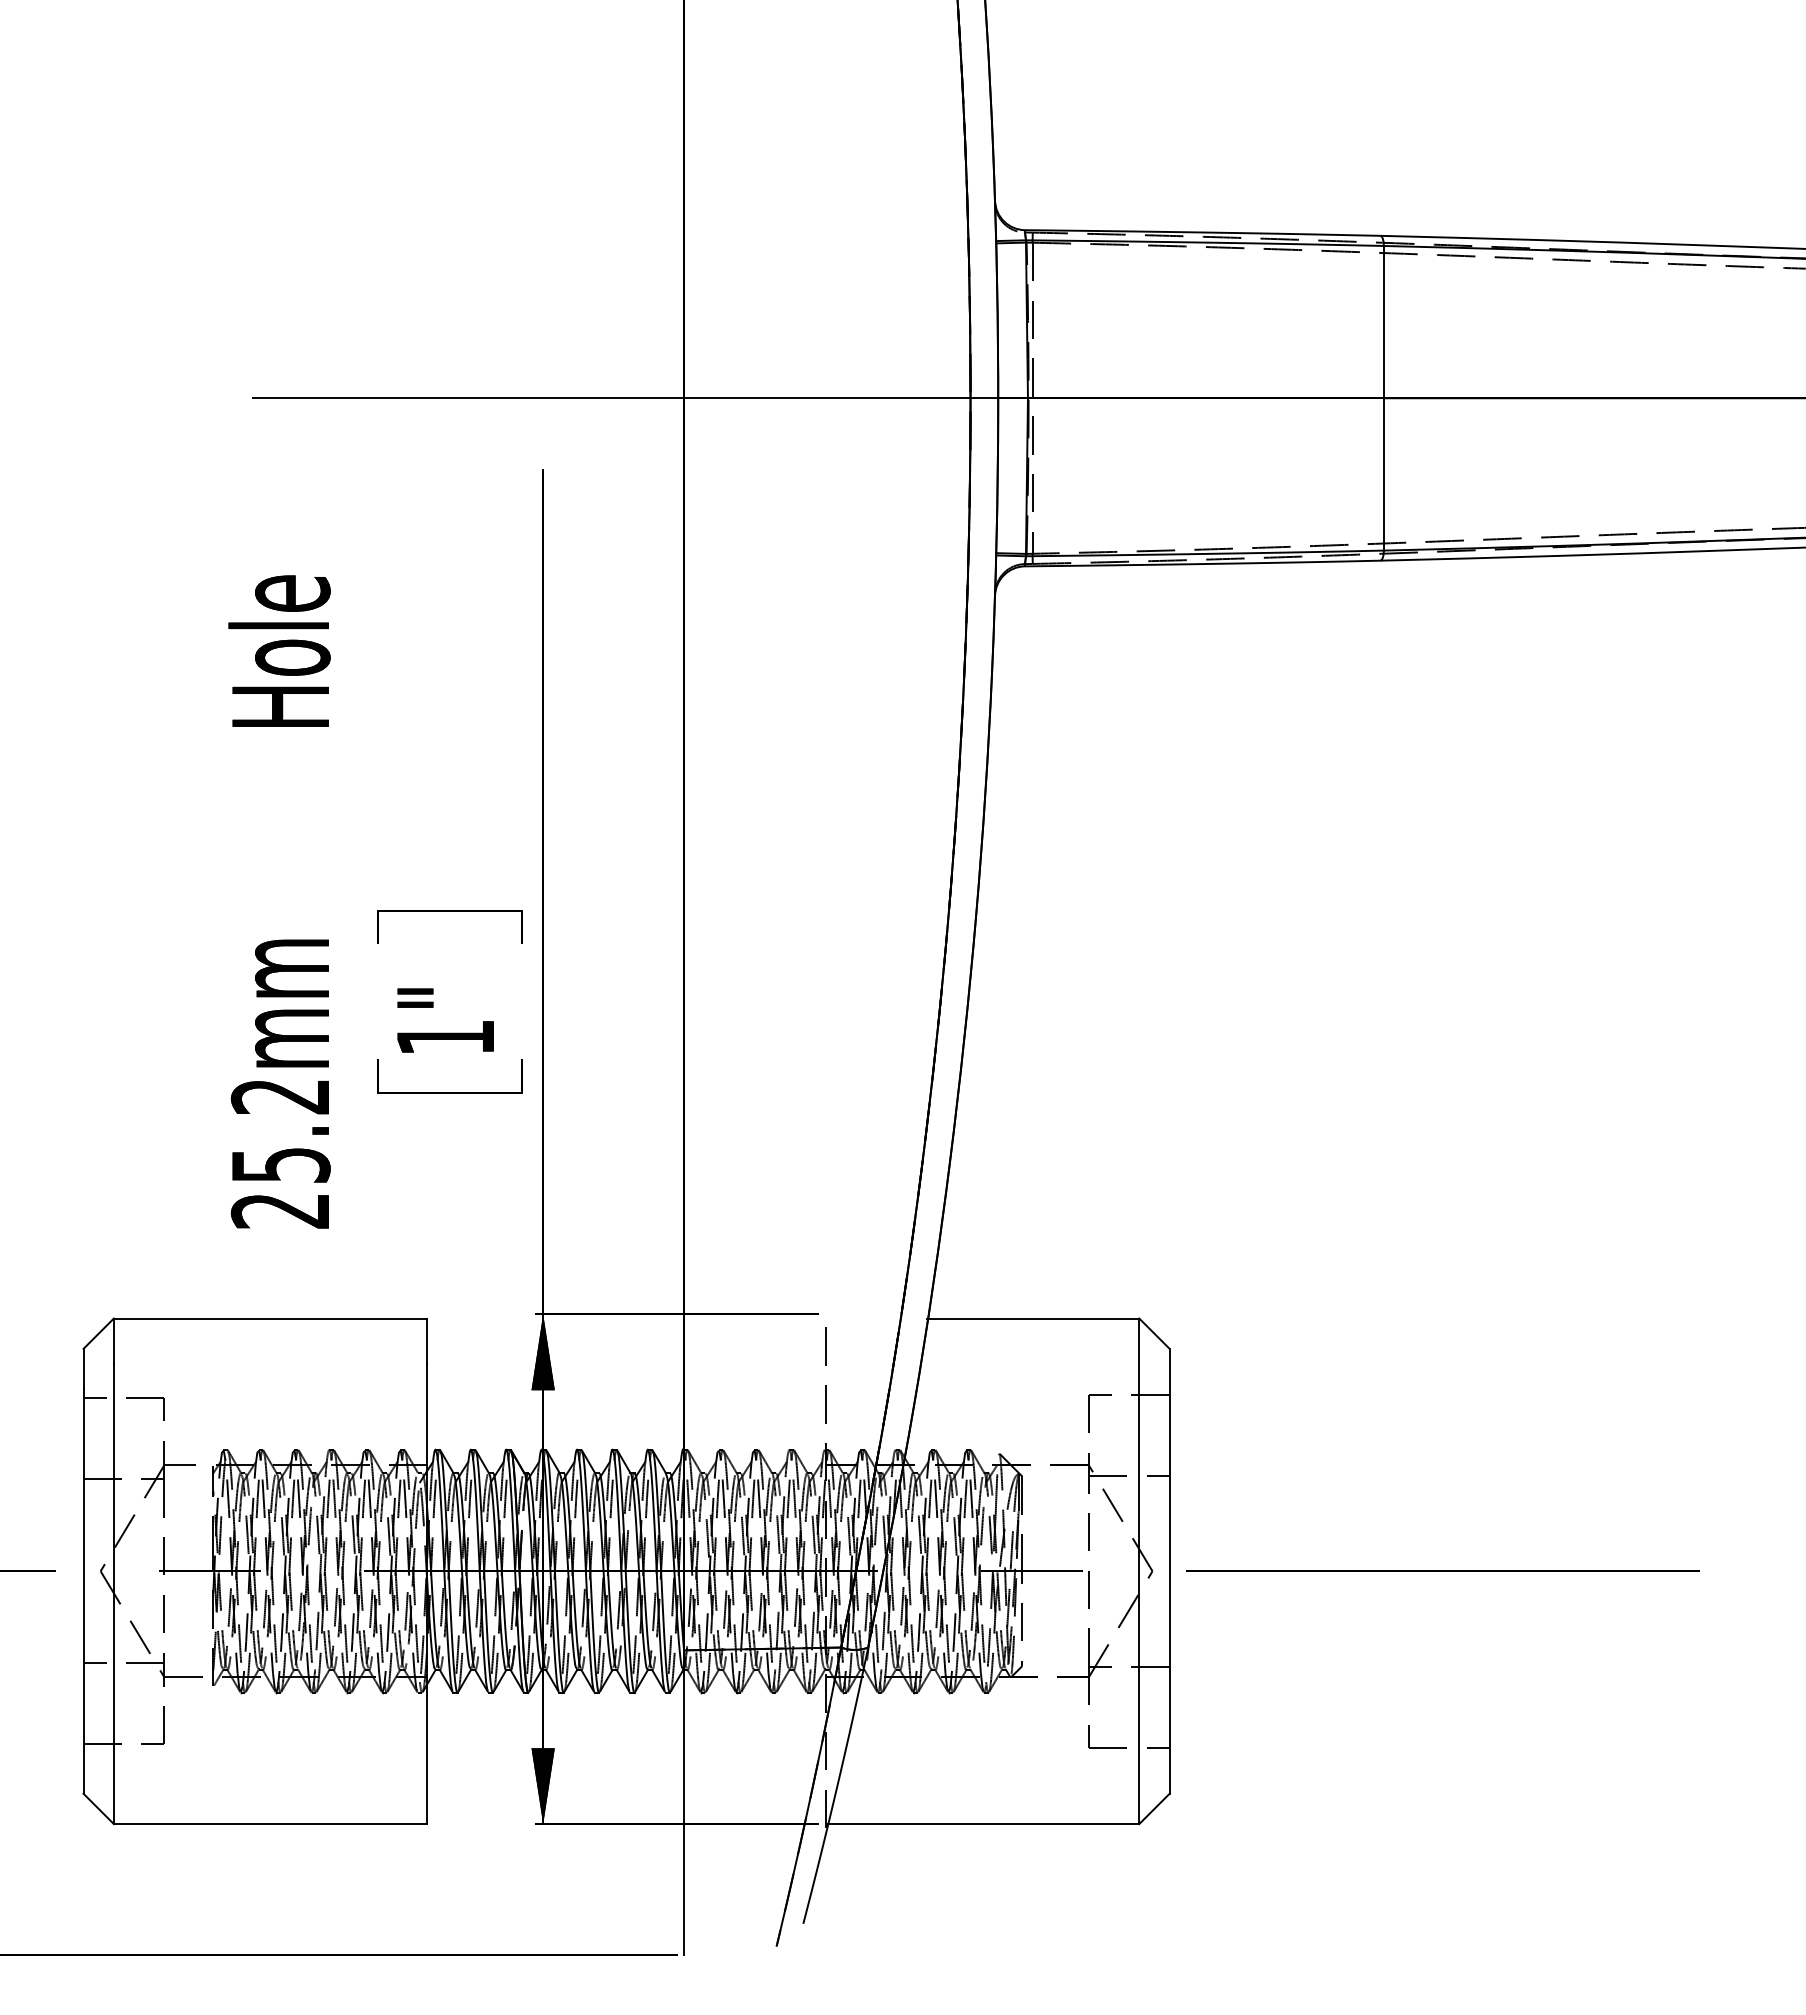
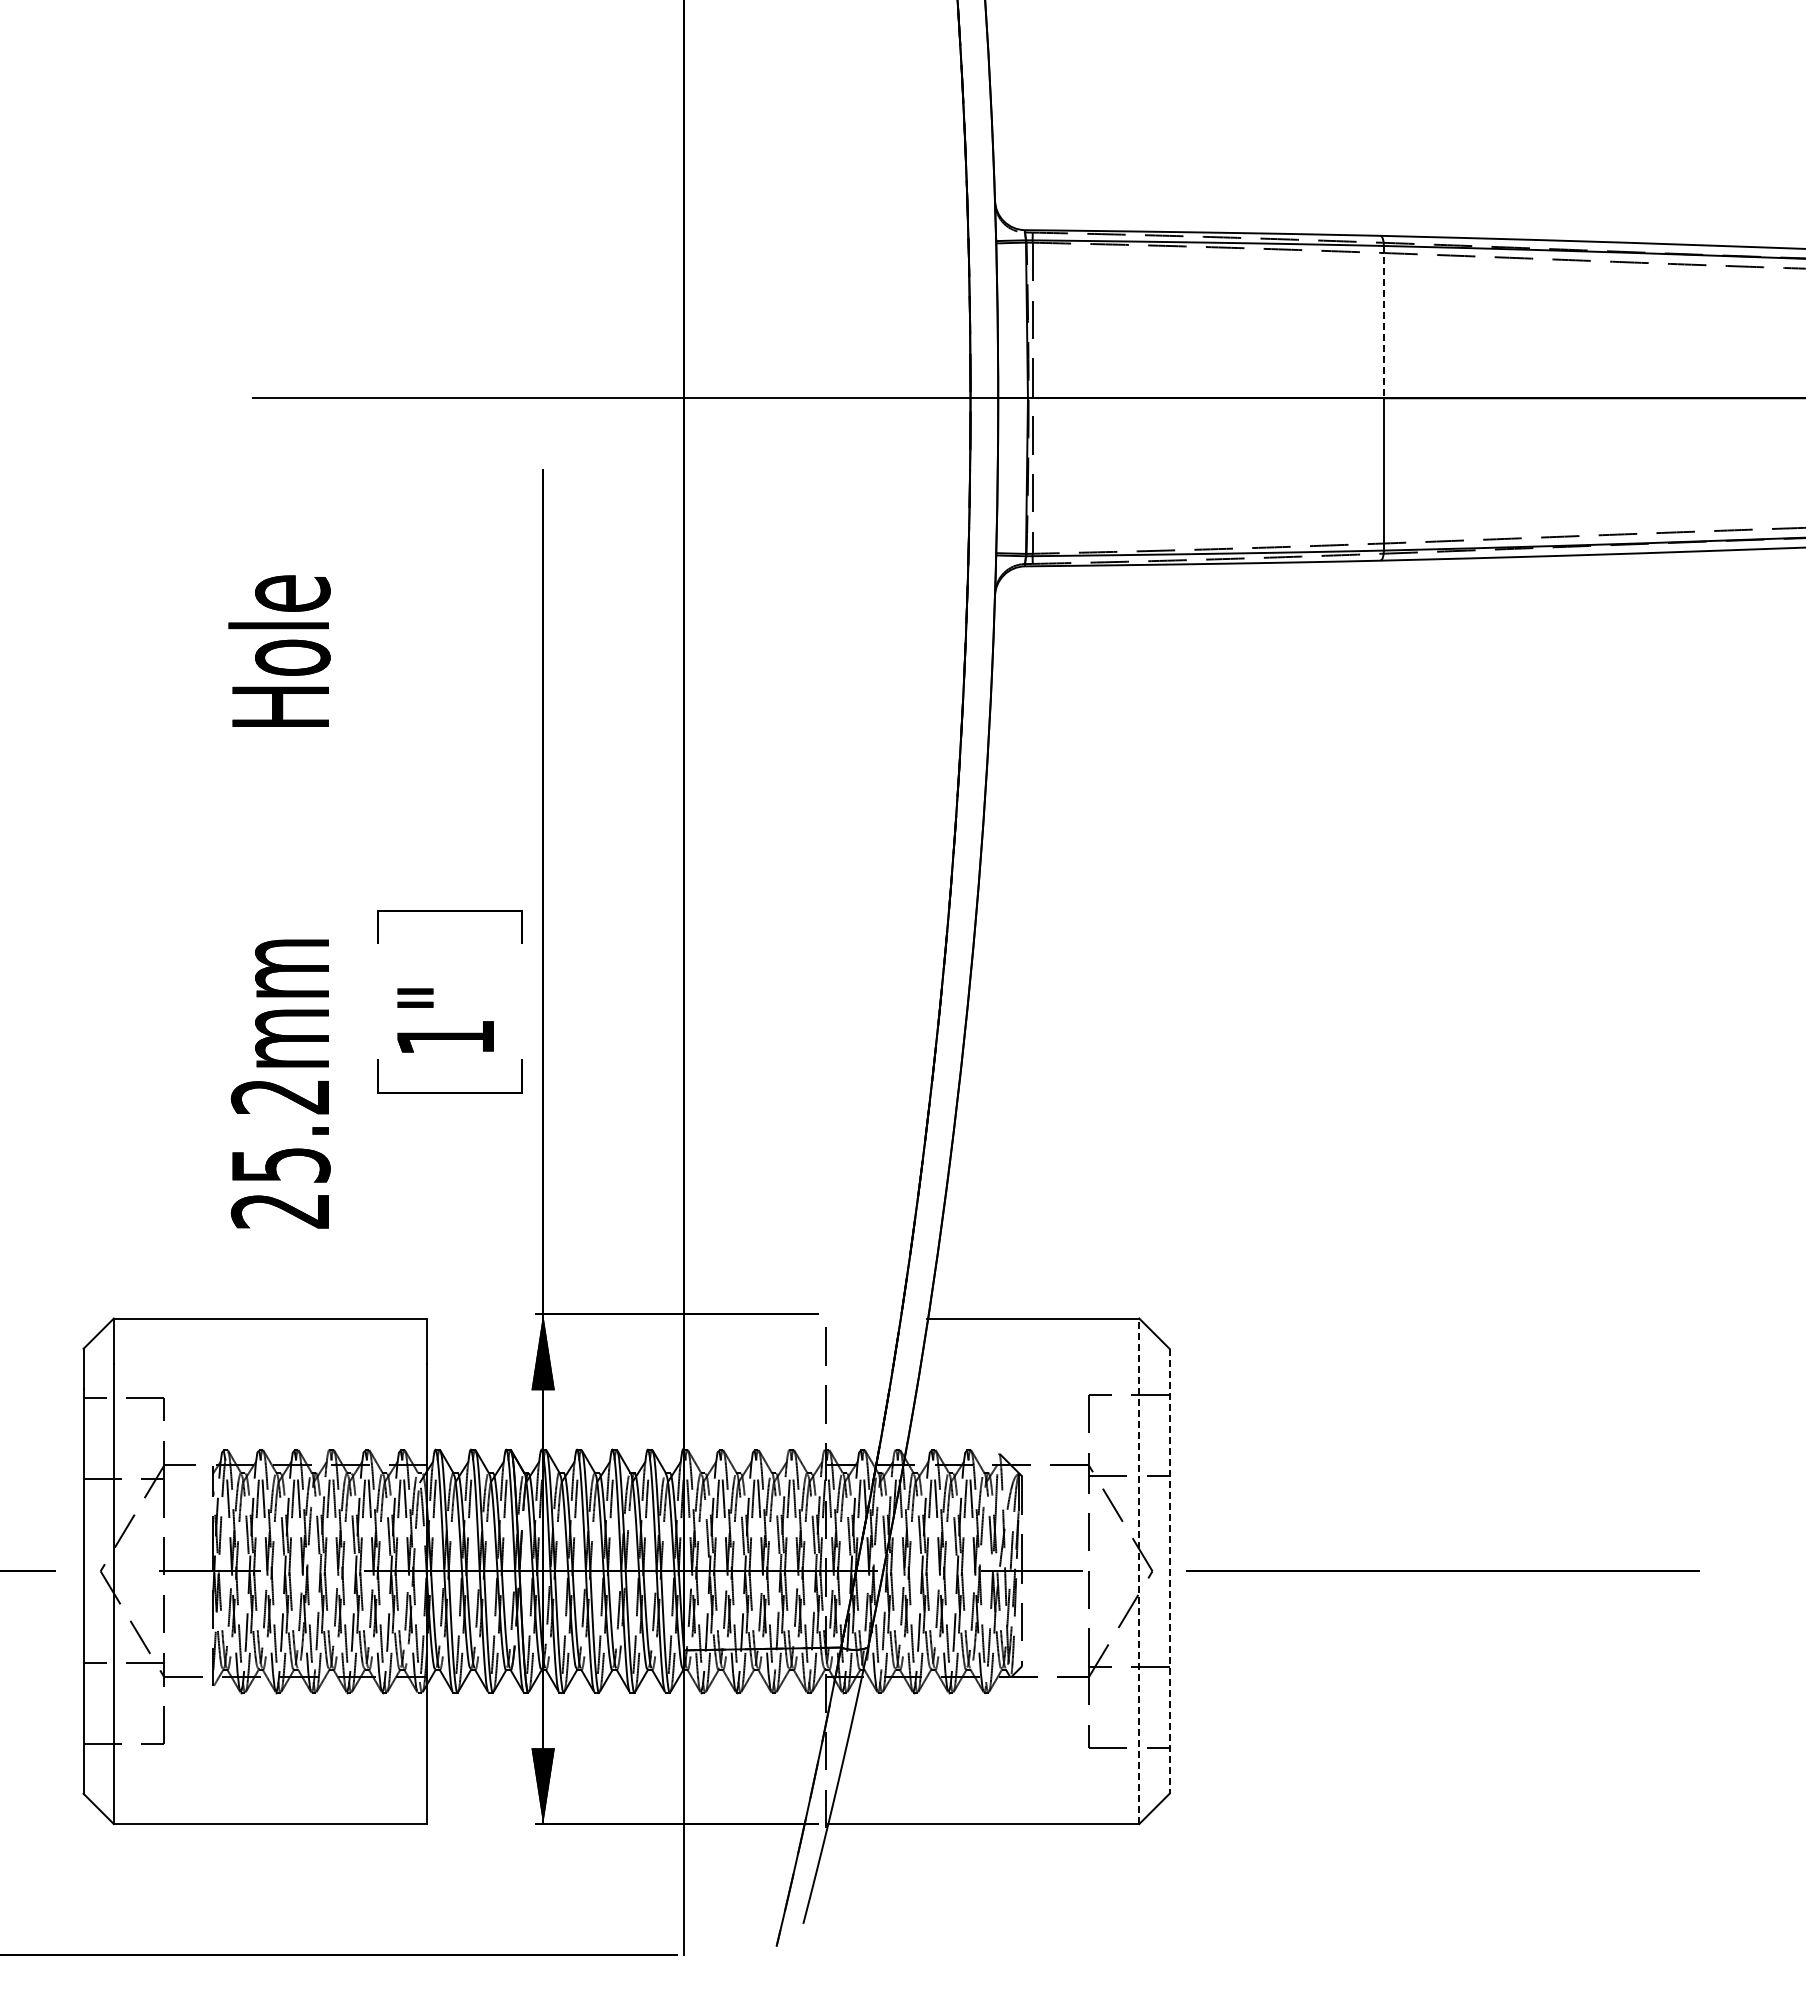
line at (1383, 322): solid -> dashed
line at (1139, 1571): solid -> dashed
line at (1169, 1571): solid -> dashed
